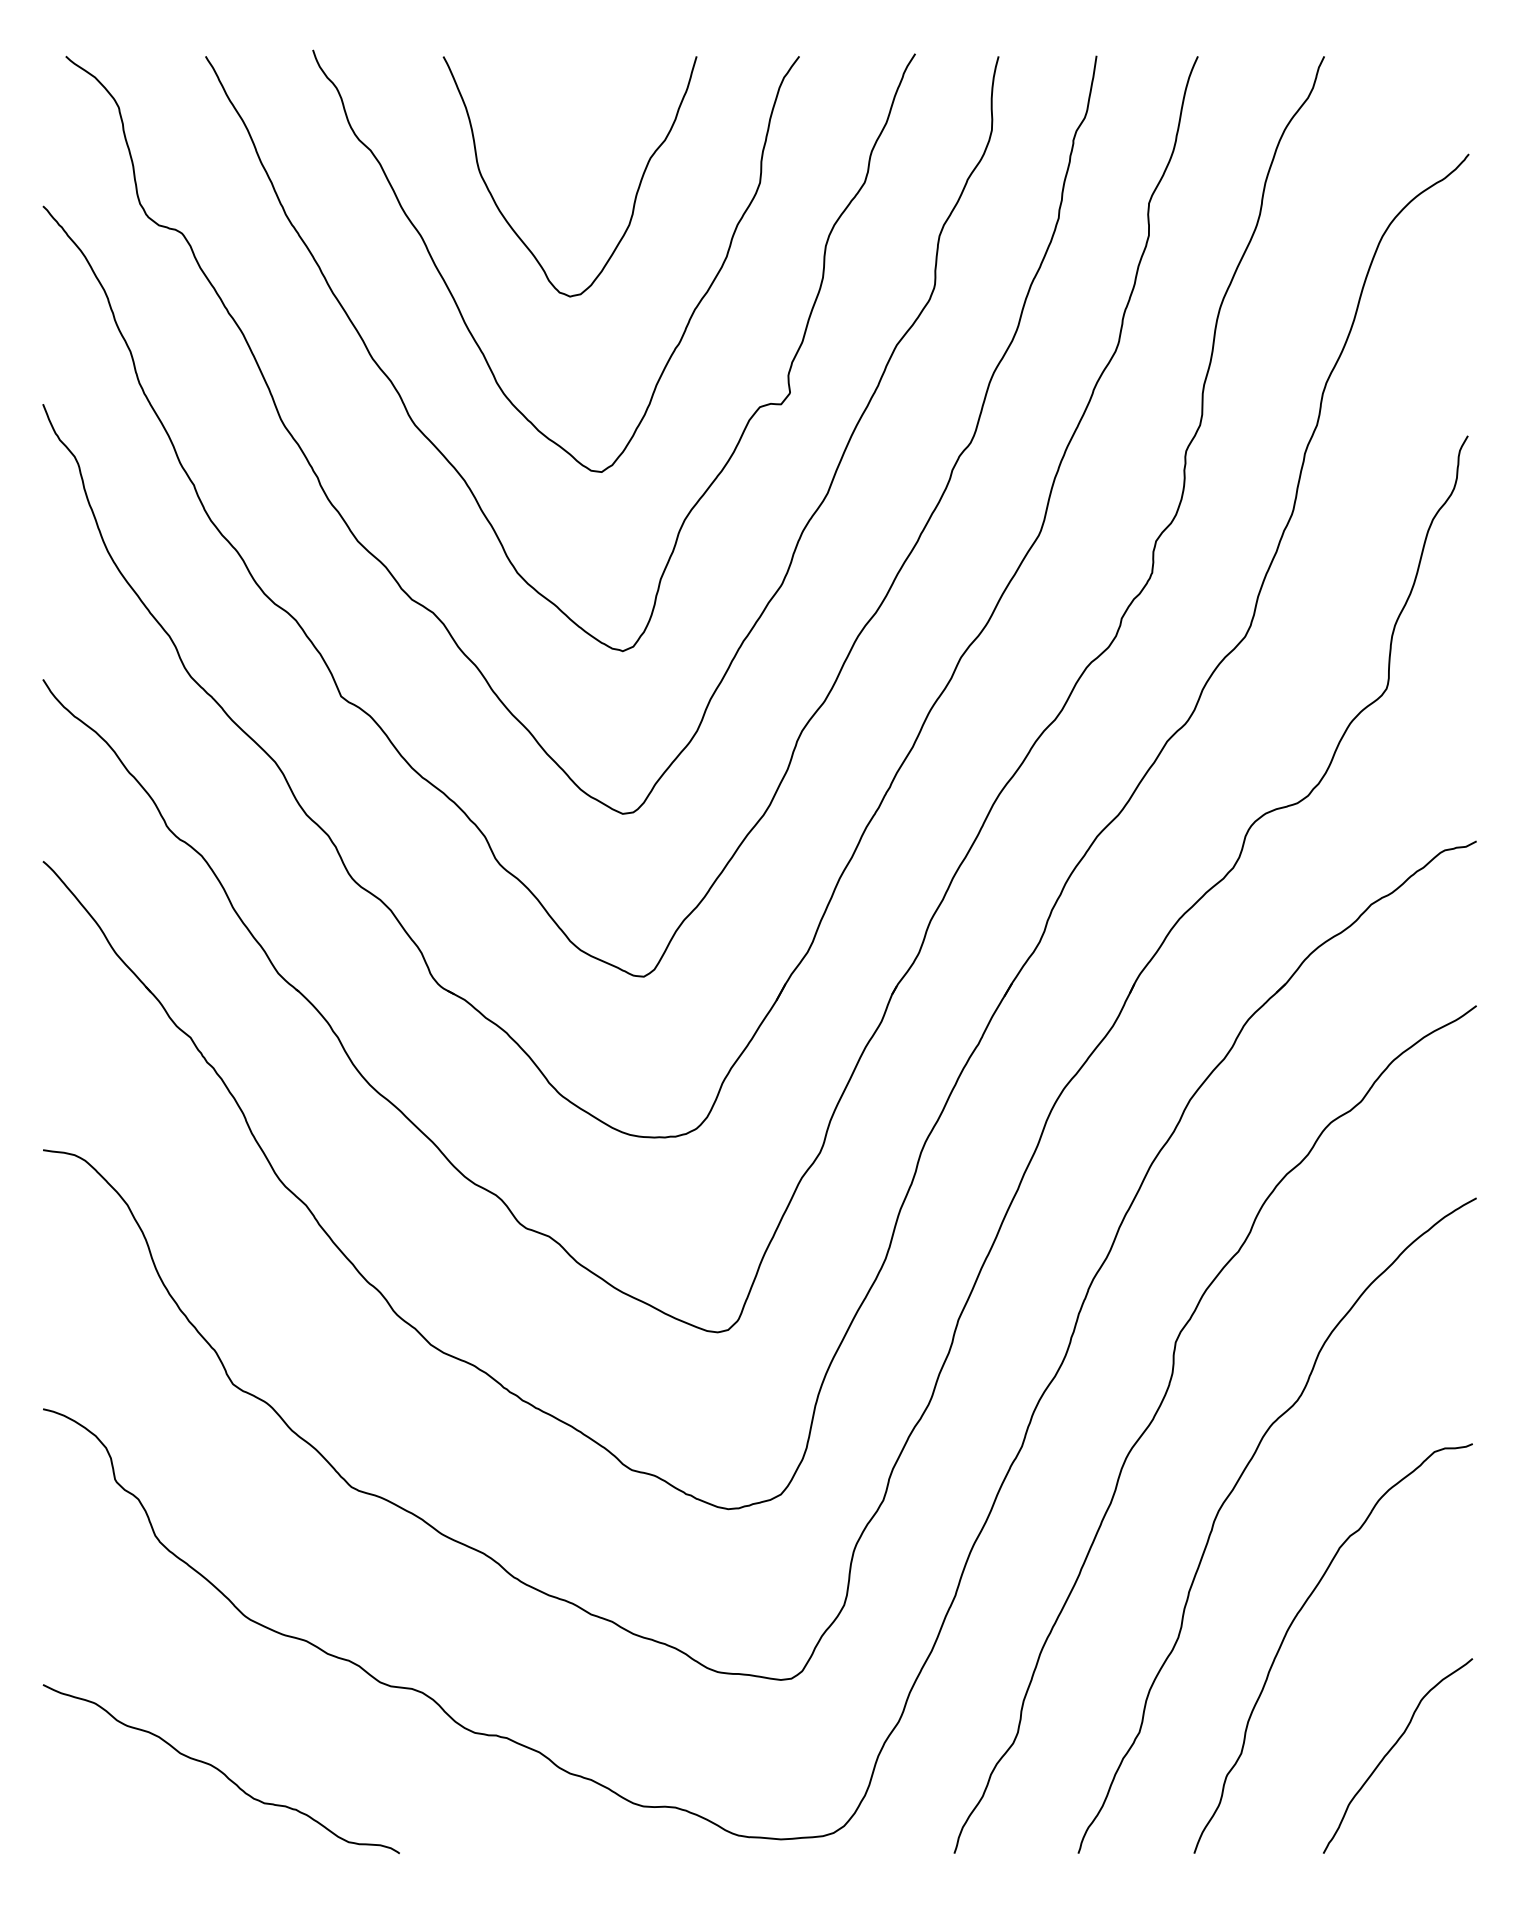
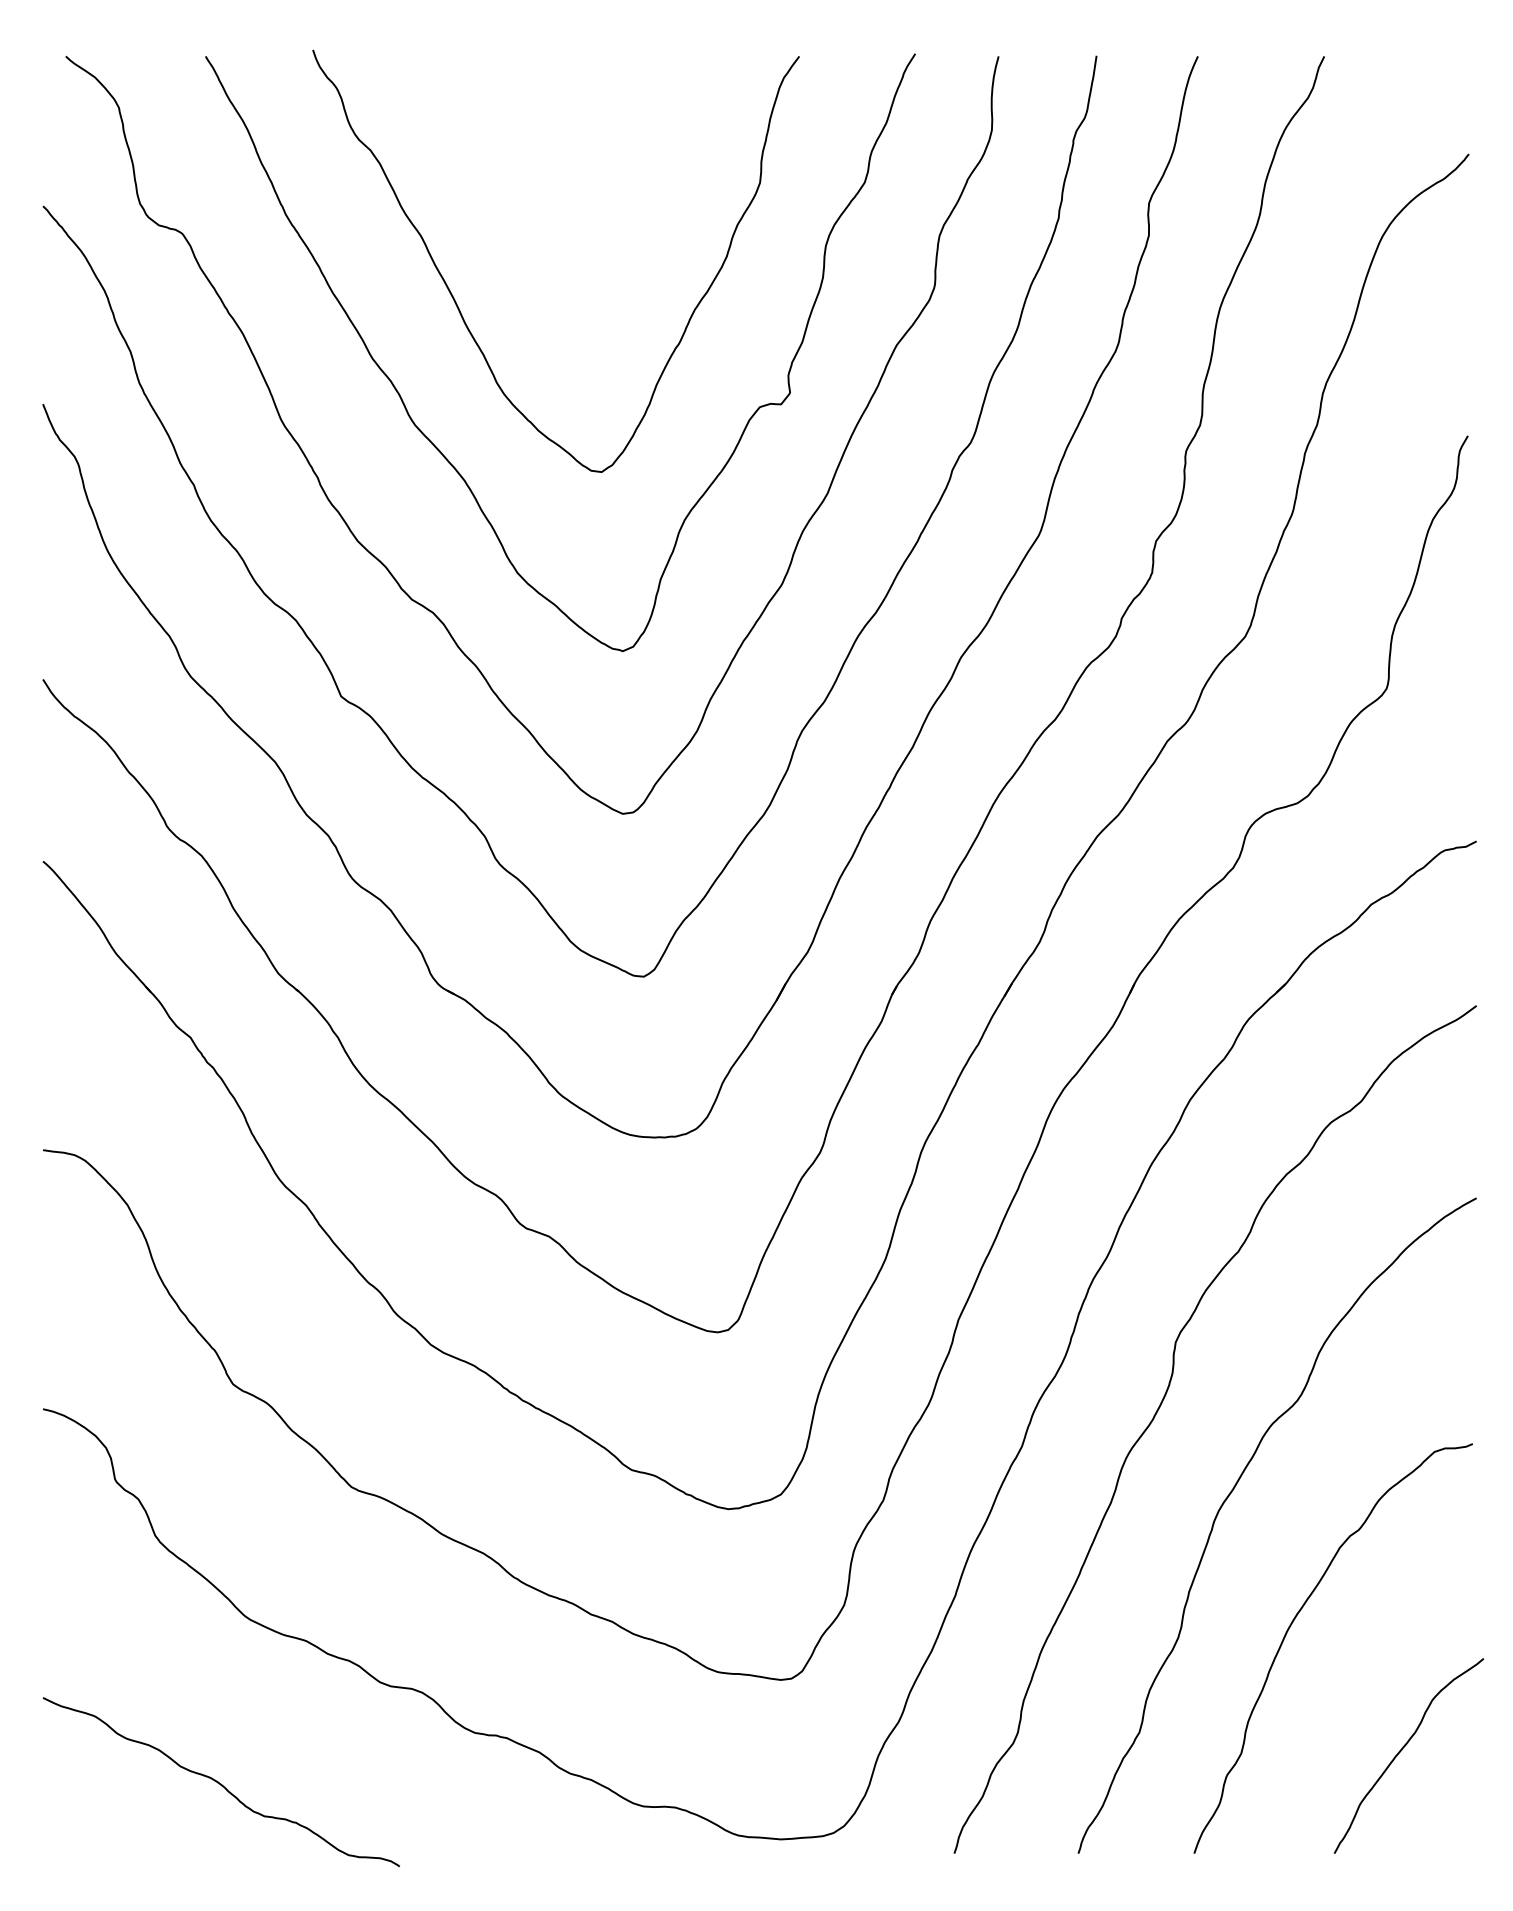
curve at (635, 194): present -> none
curve at (1391, 1750) position: (1391, 1750) -> (1402, 1750)
curve at (219, 1769) position: (219, 1769) -> (219, 1782)
